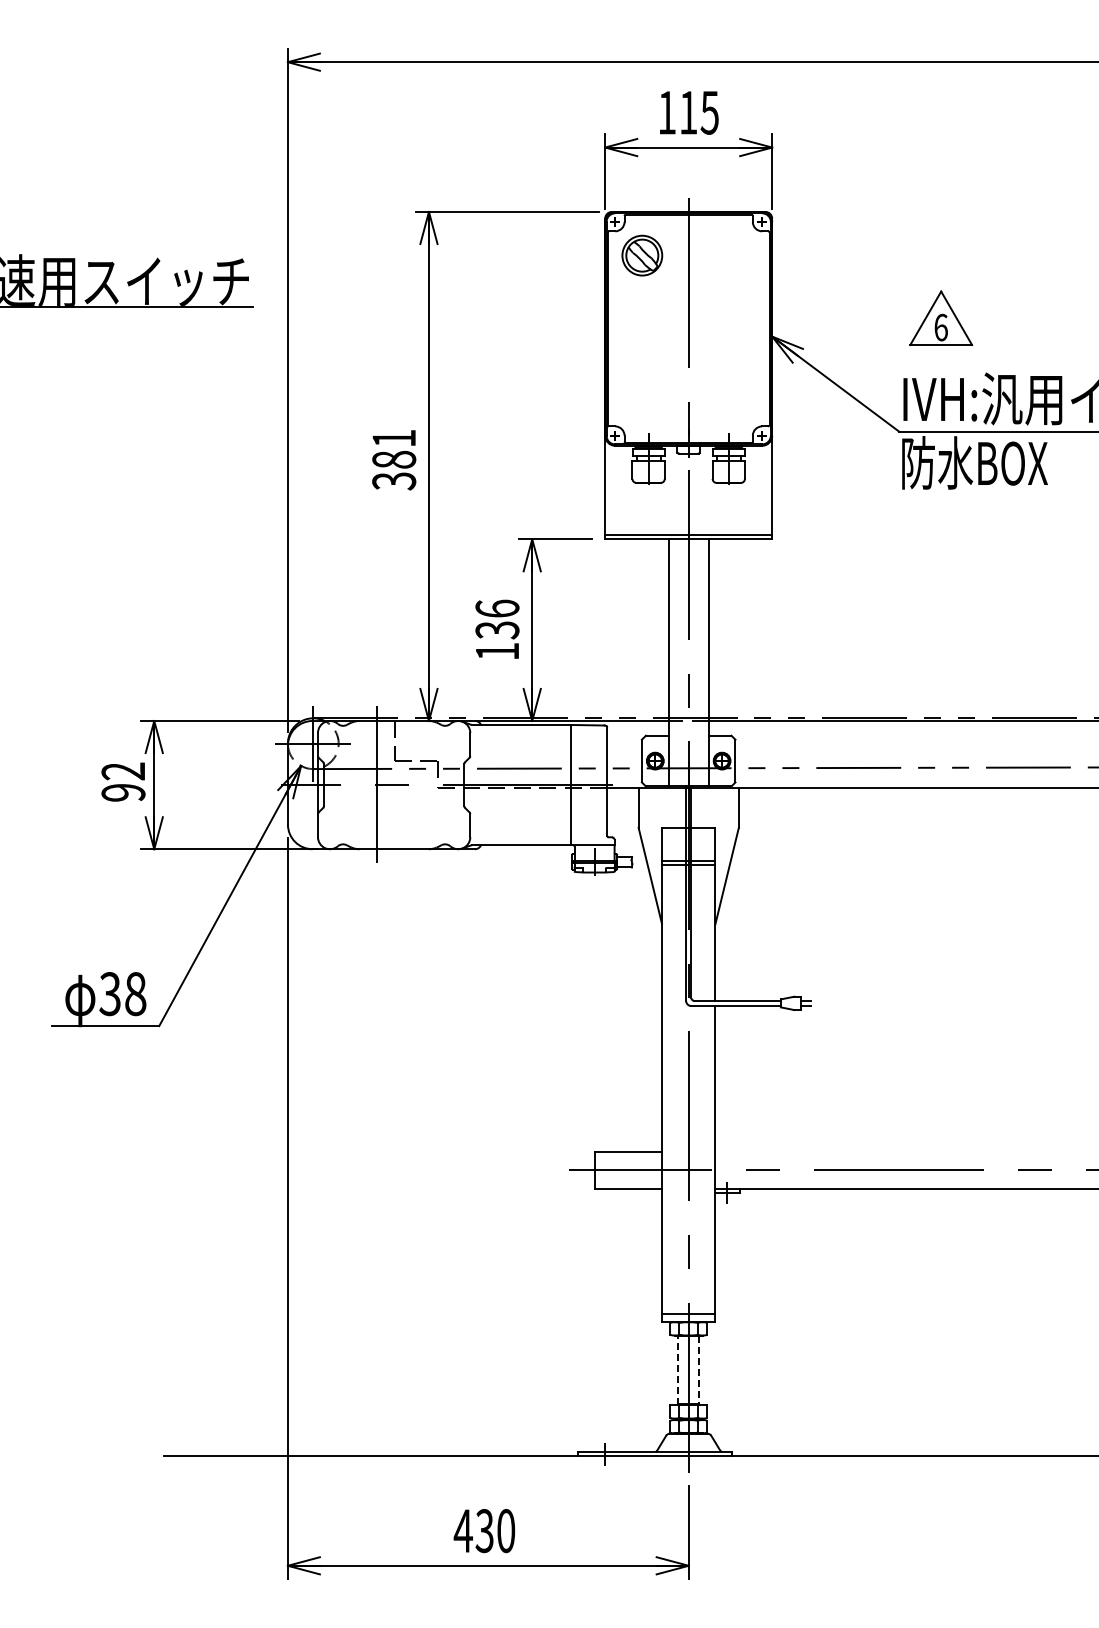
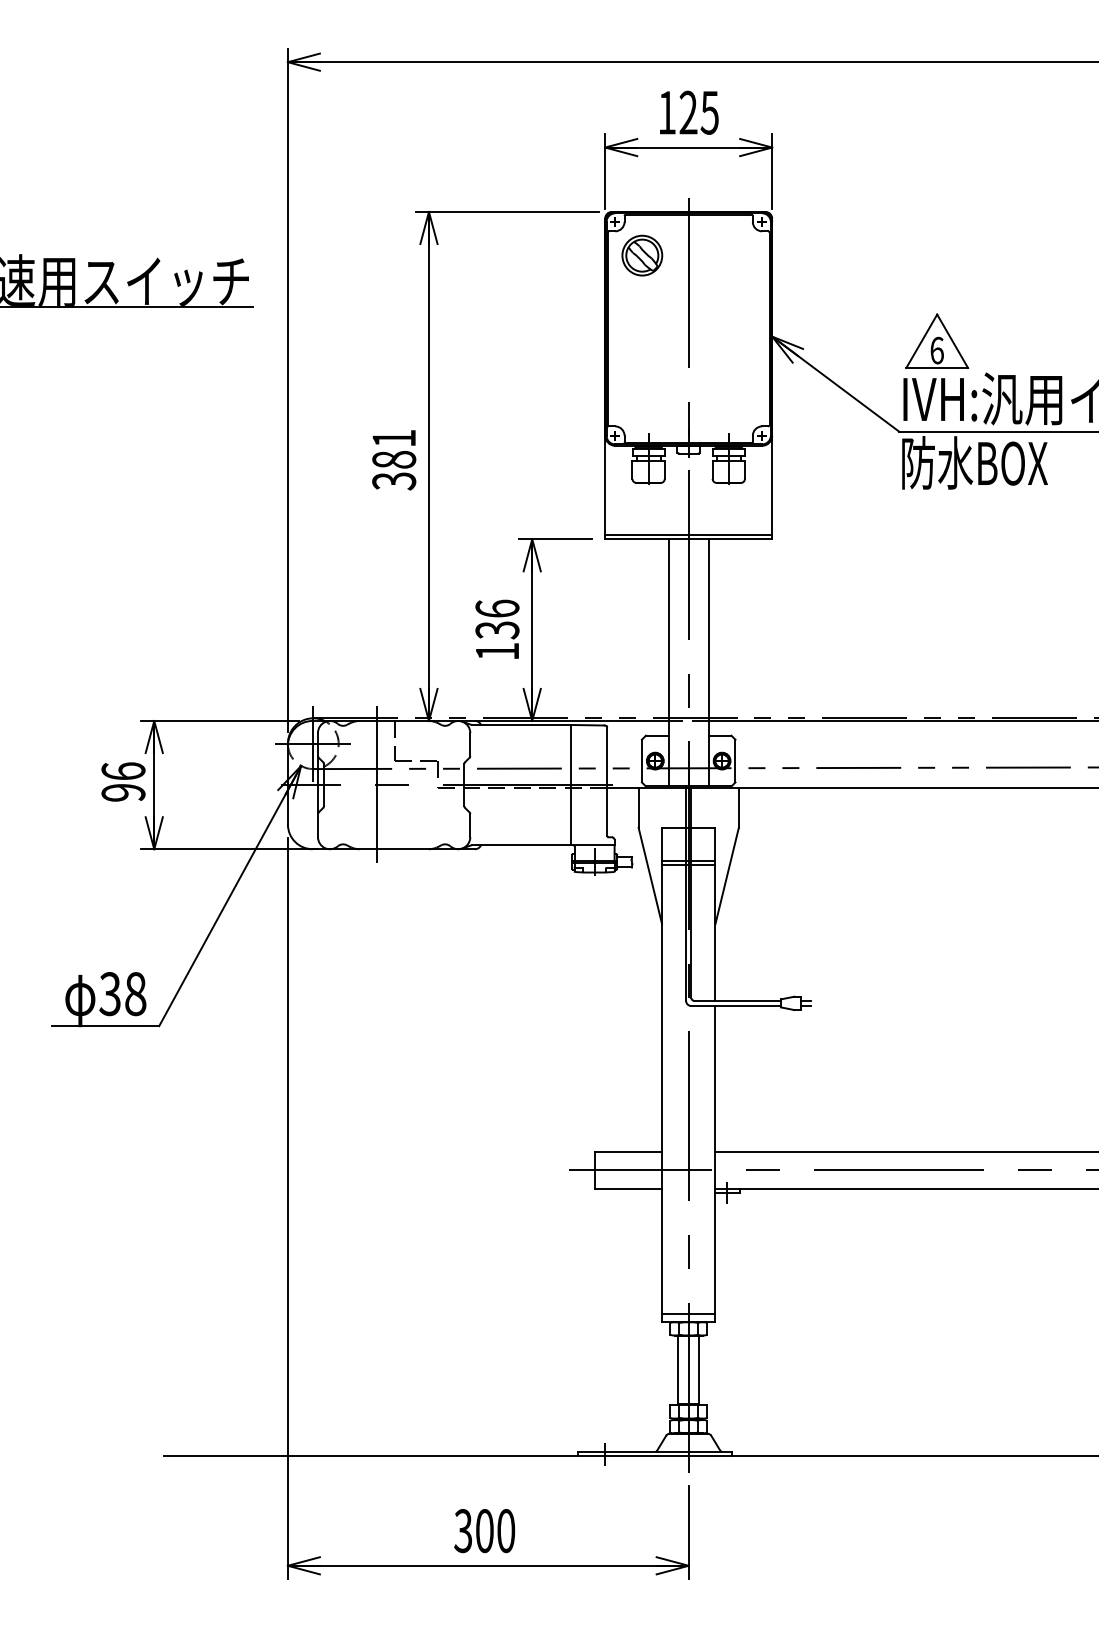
text at (688, 112): 115 -> 125
part at (941, 318) position: (941, 318) -> (937, 341)
text at (123, 771): 92 -> 96
line at (905, 1152): none -> present
line at (678, 1370): dashed -> solid
line at (699, 1370): dashed -> solid
text at (473, 1531): 430 -> 300
